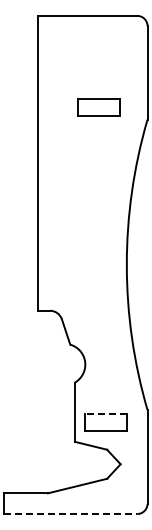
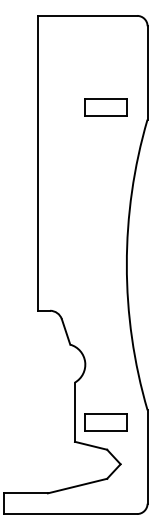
part at (98, 107) position: (98, 107) -> (105, 107)
line at (106, 414): dashed -> solid
line at (71, 514): dashed -> solid
